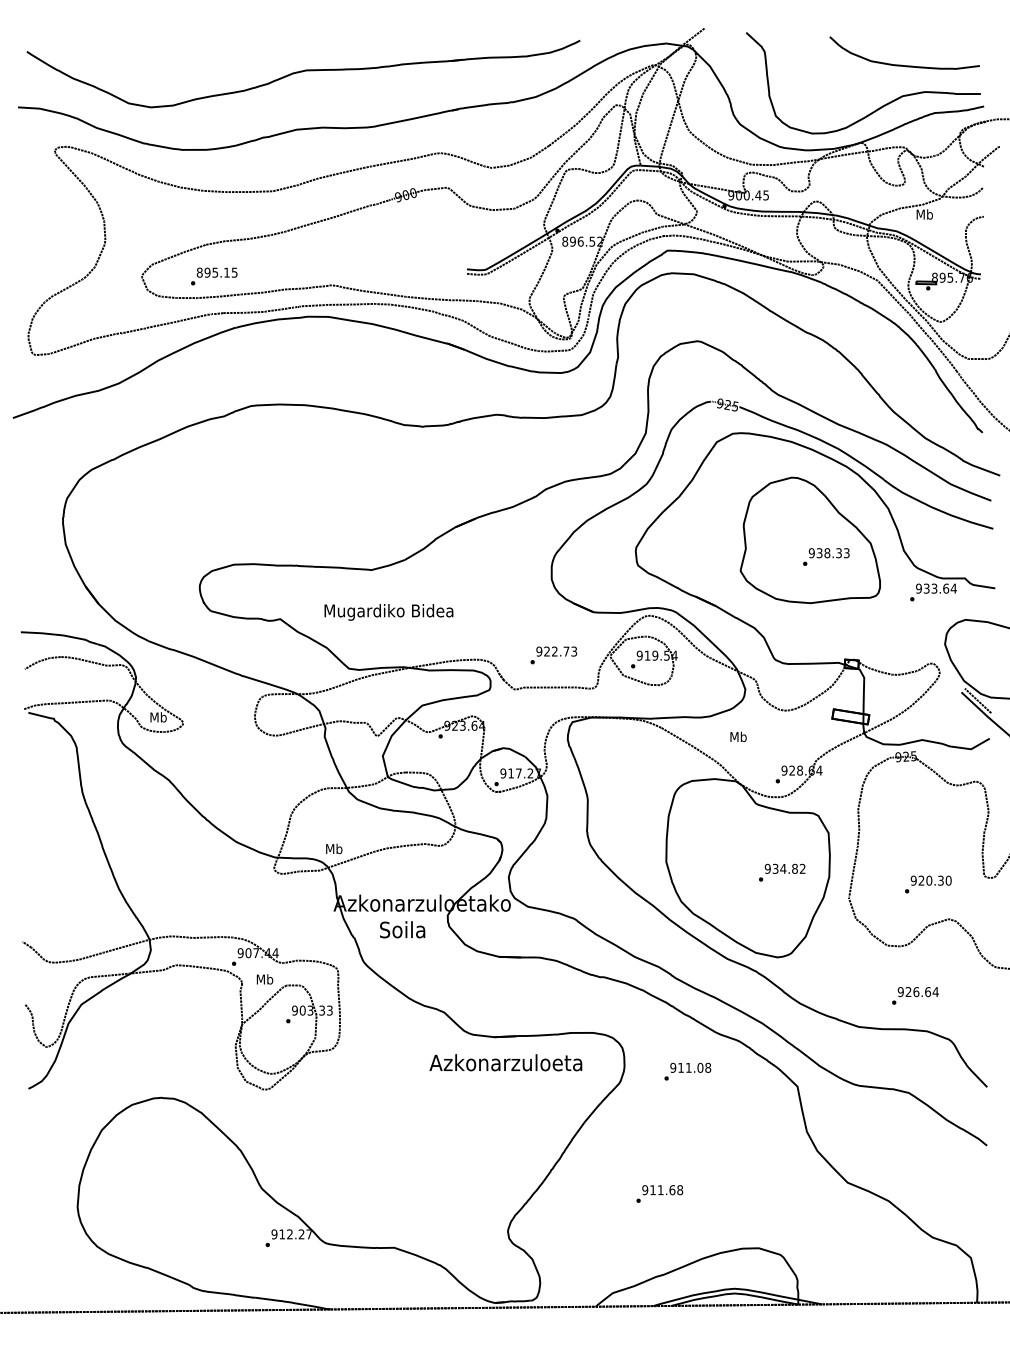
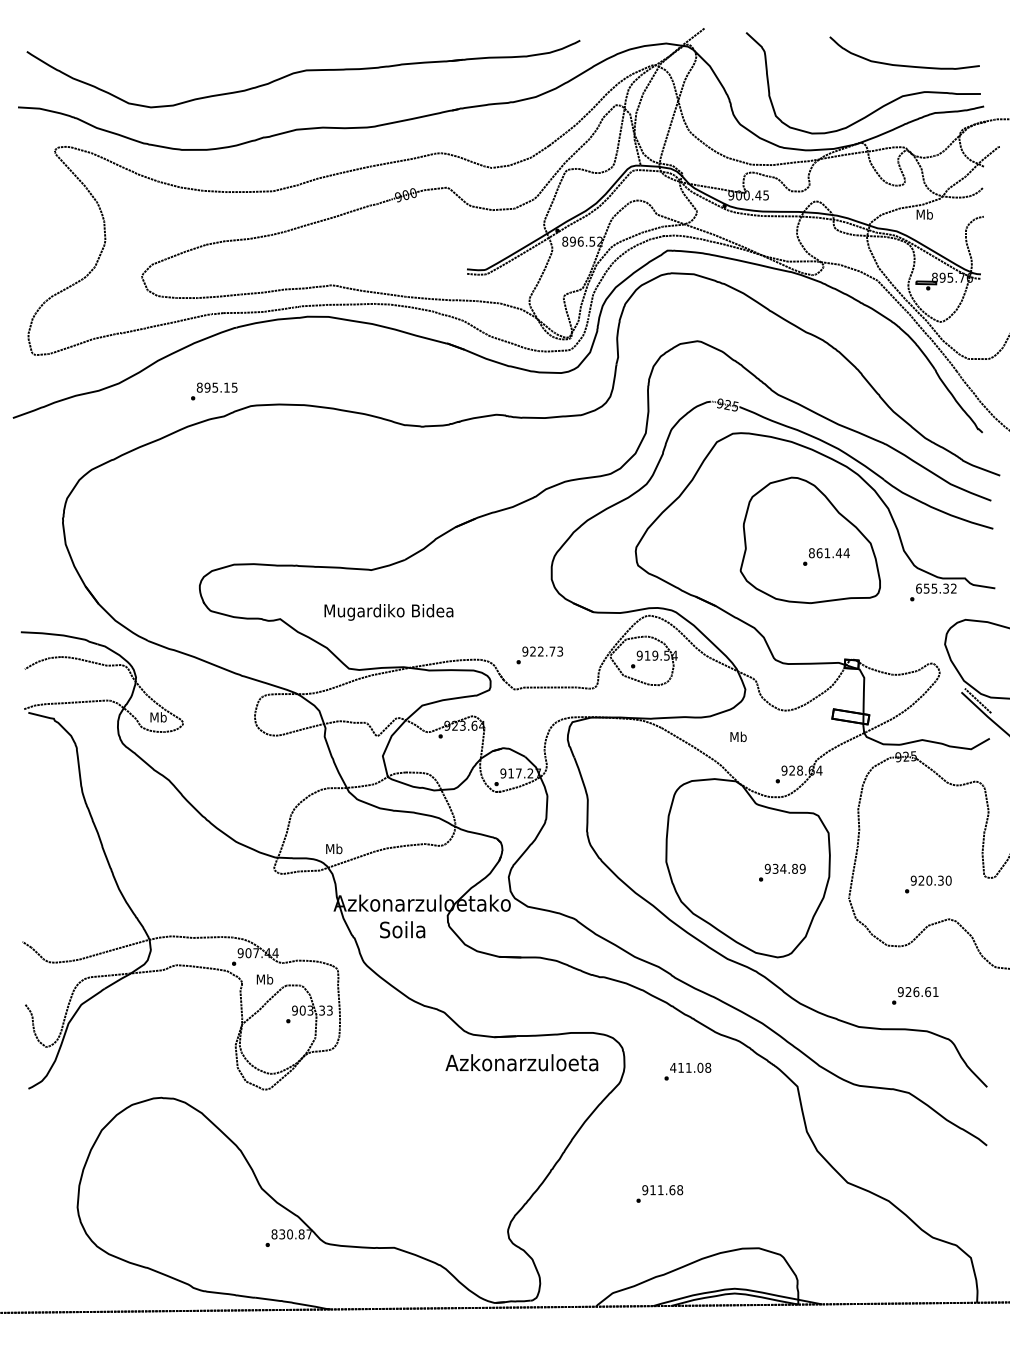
text at (214, 276) position: (214, 276) -> (214, 391)
text at (828, 553): 938.33 -> 861.44
text at (936, 588): 933.64 -> 655.32
text at (553, 655) position: (553, 655) -> (539, 655)
text at (802, 868): 934.82 -> 934.89
text at (935, 991): 926.64 -> 926.61
text at (505, 1062) position: (505, 1062) -> (521, 1062)
text at (673, 1067): 911.08 -> 411.08
text at (287, 1234): 912.27 -> 830.87
